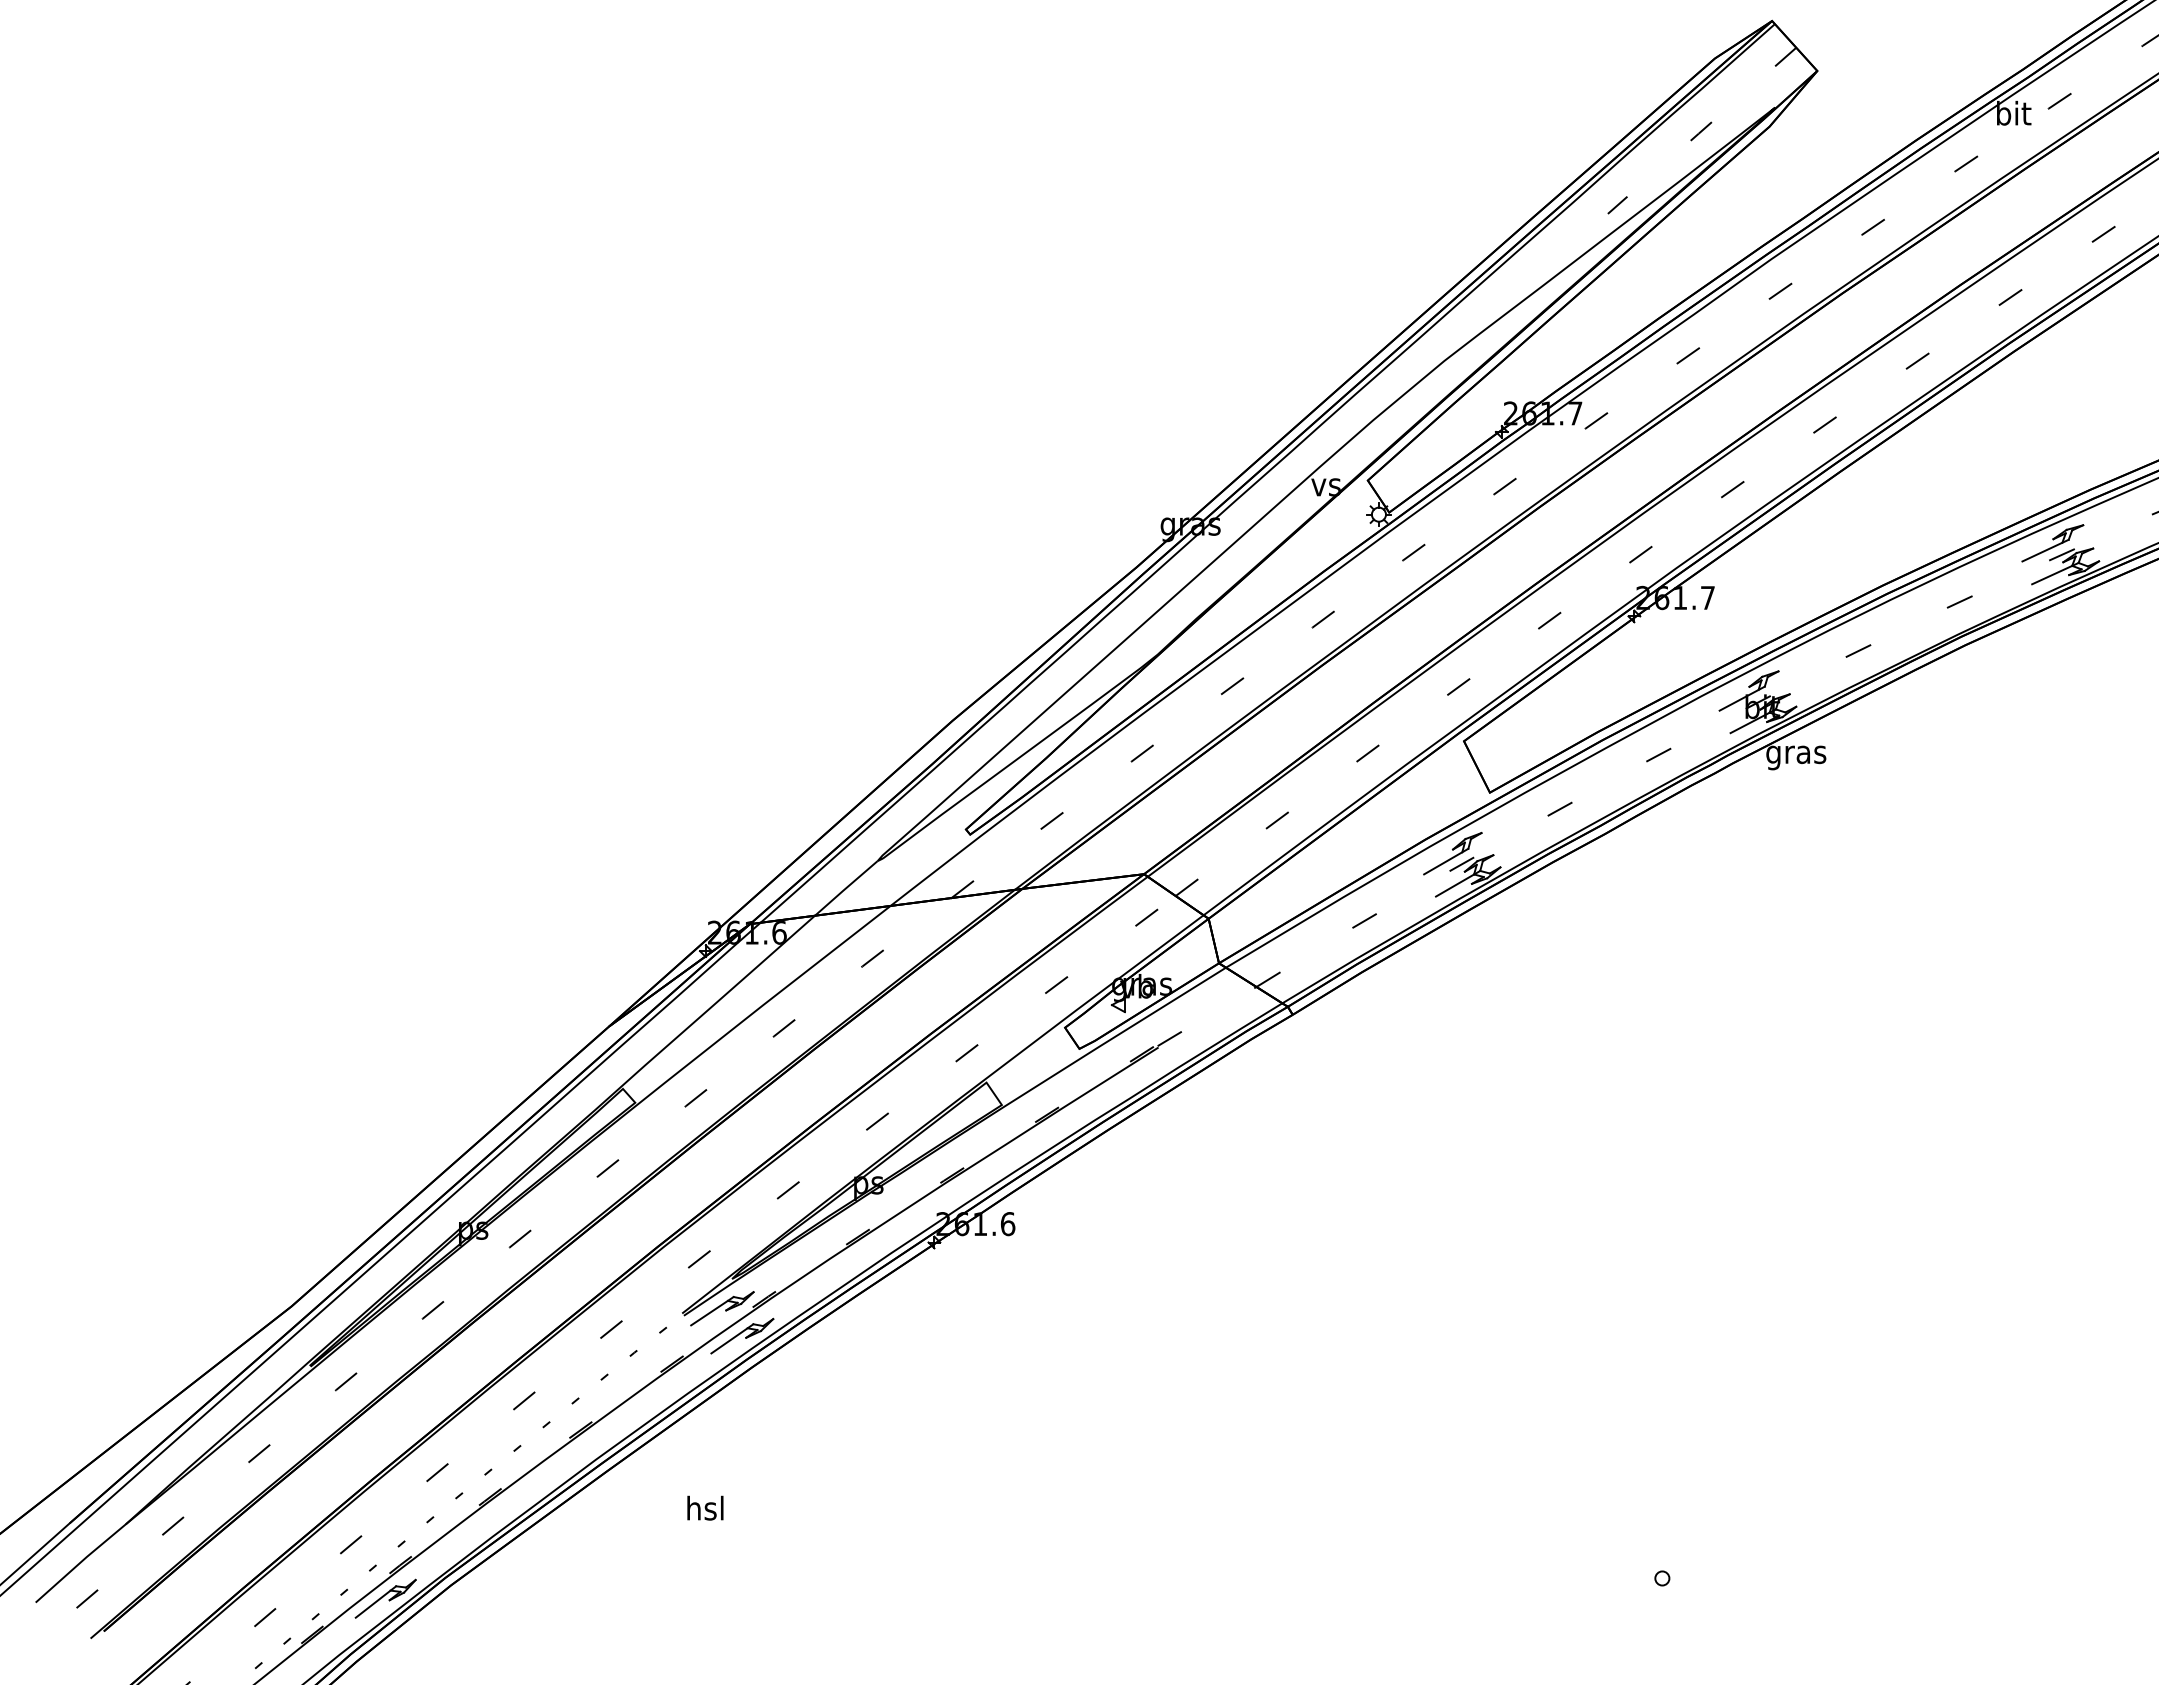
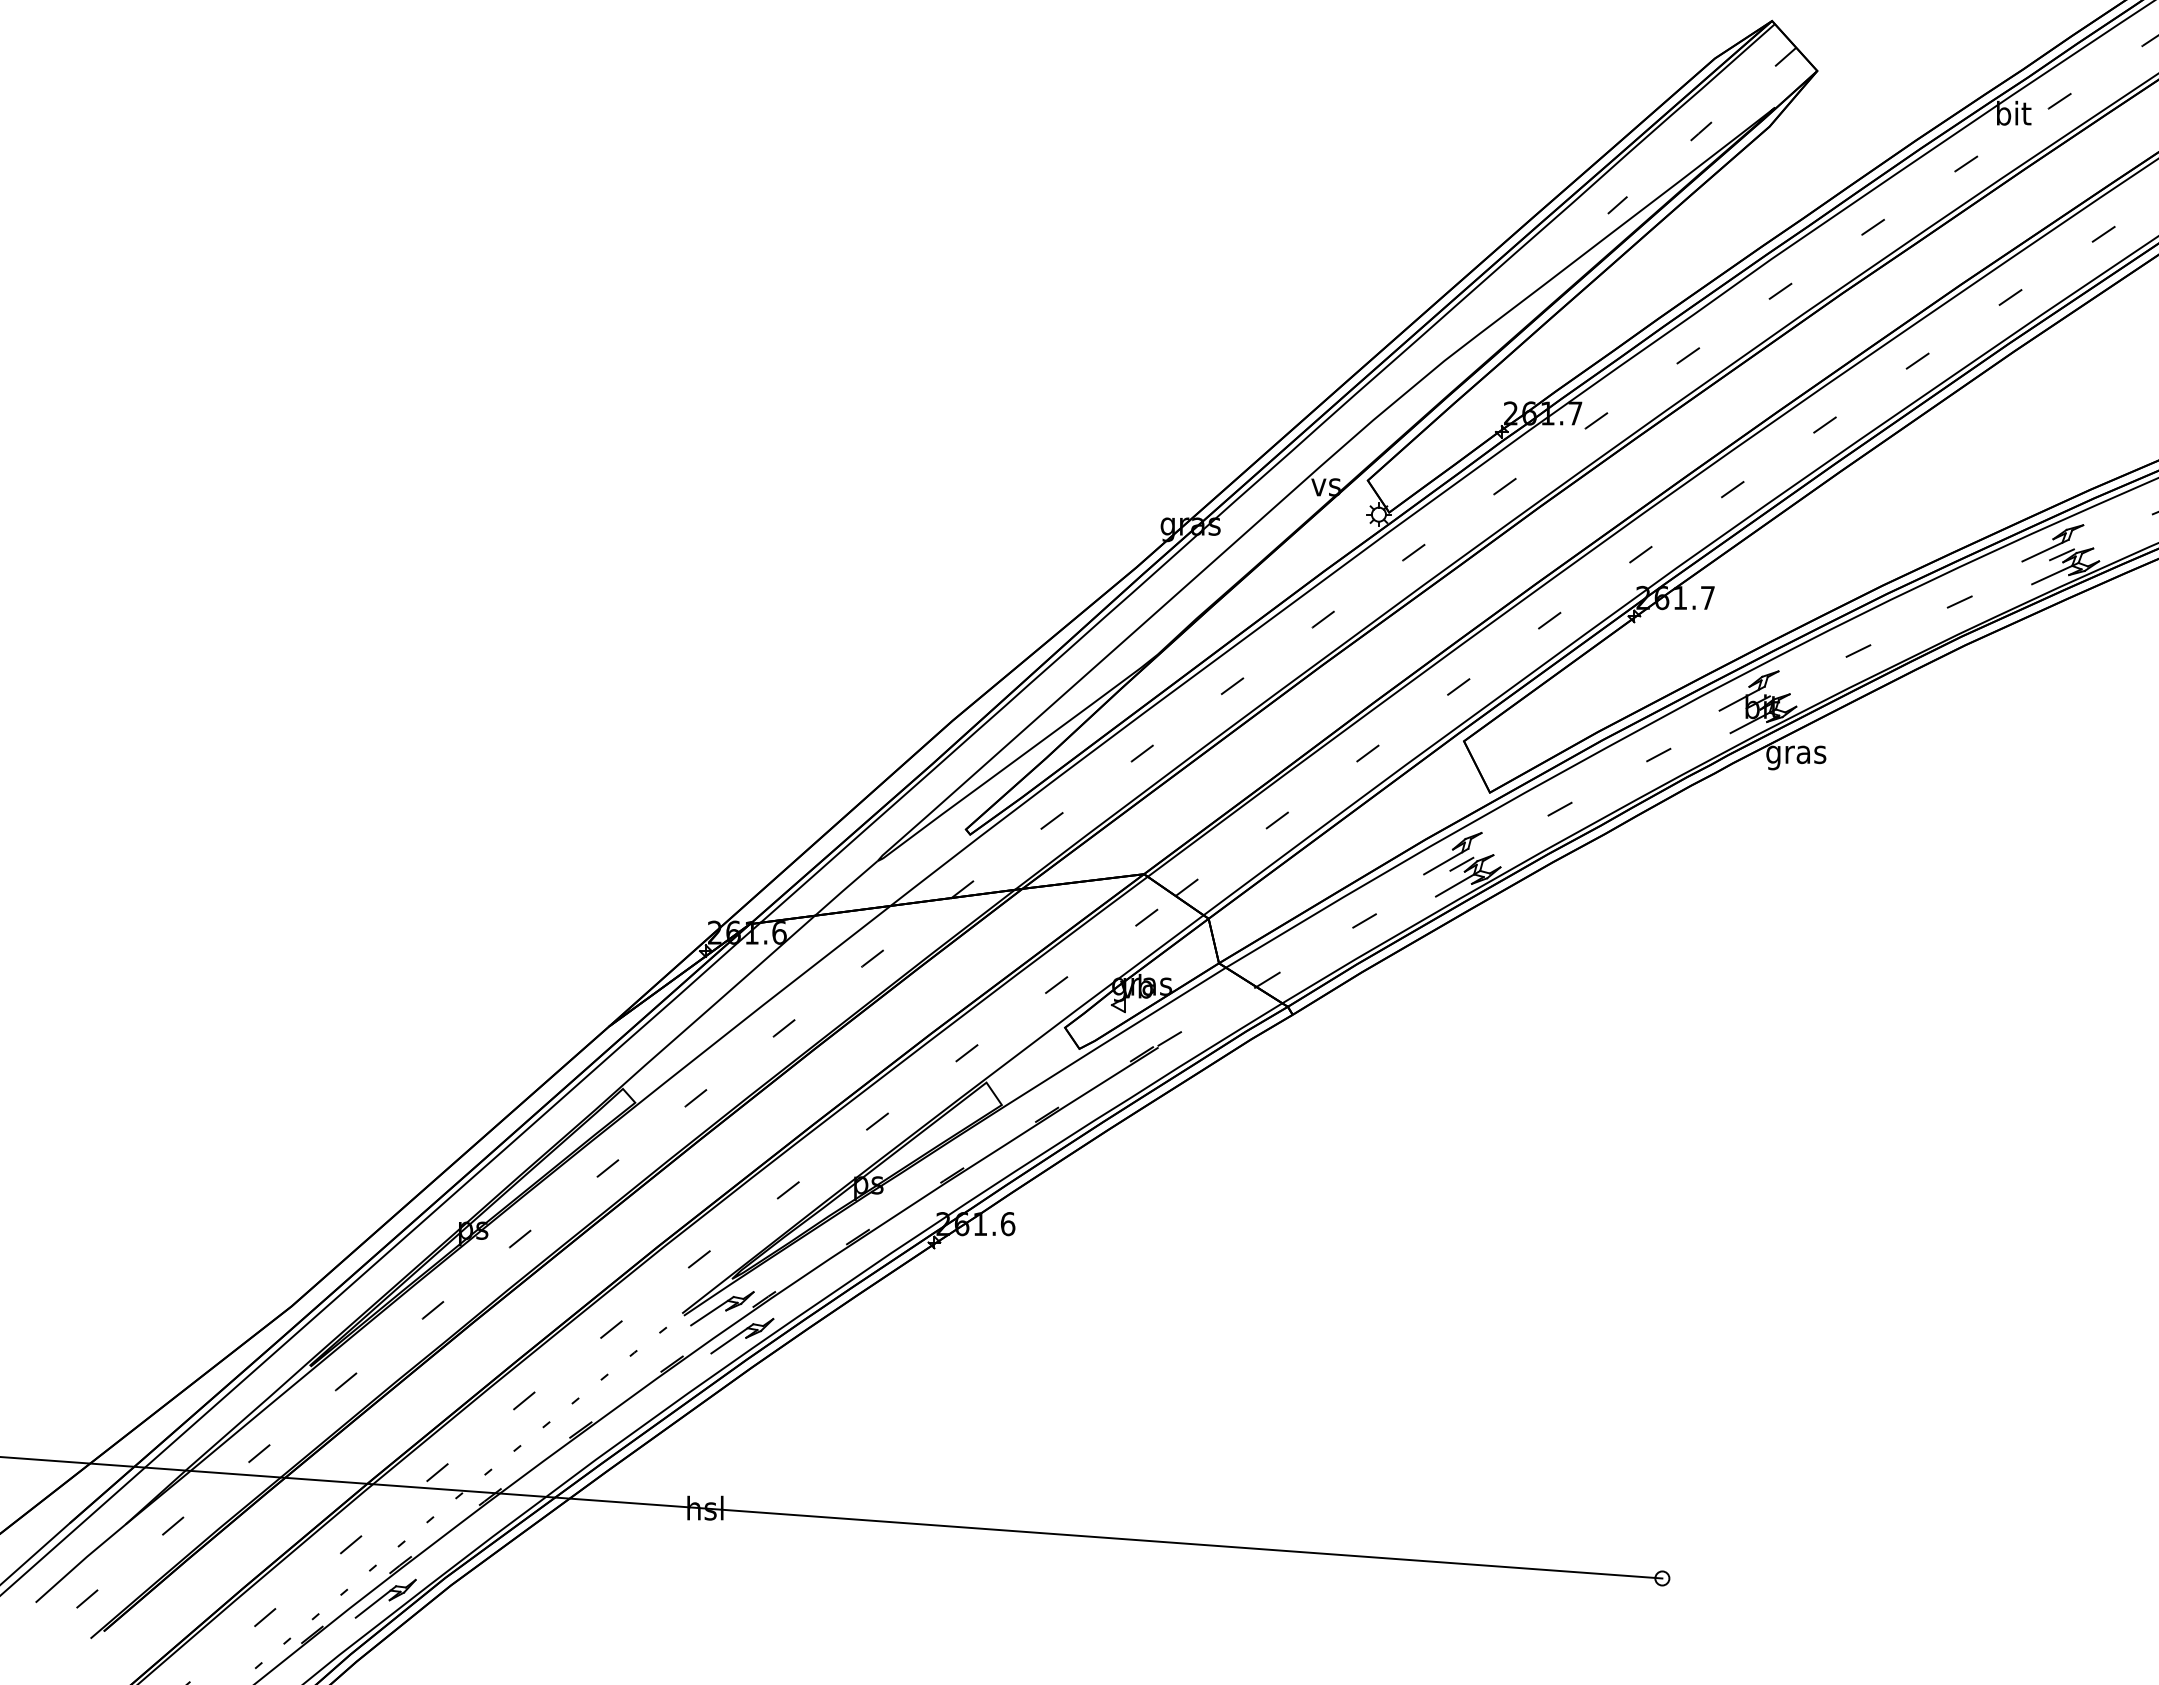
line at (832, 1517): none -> present
